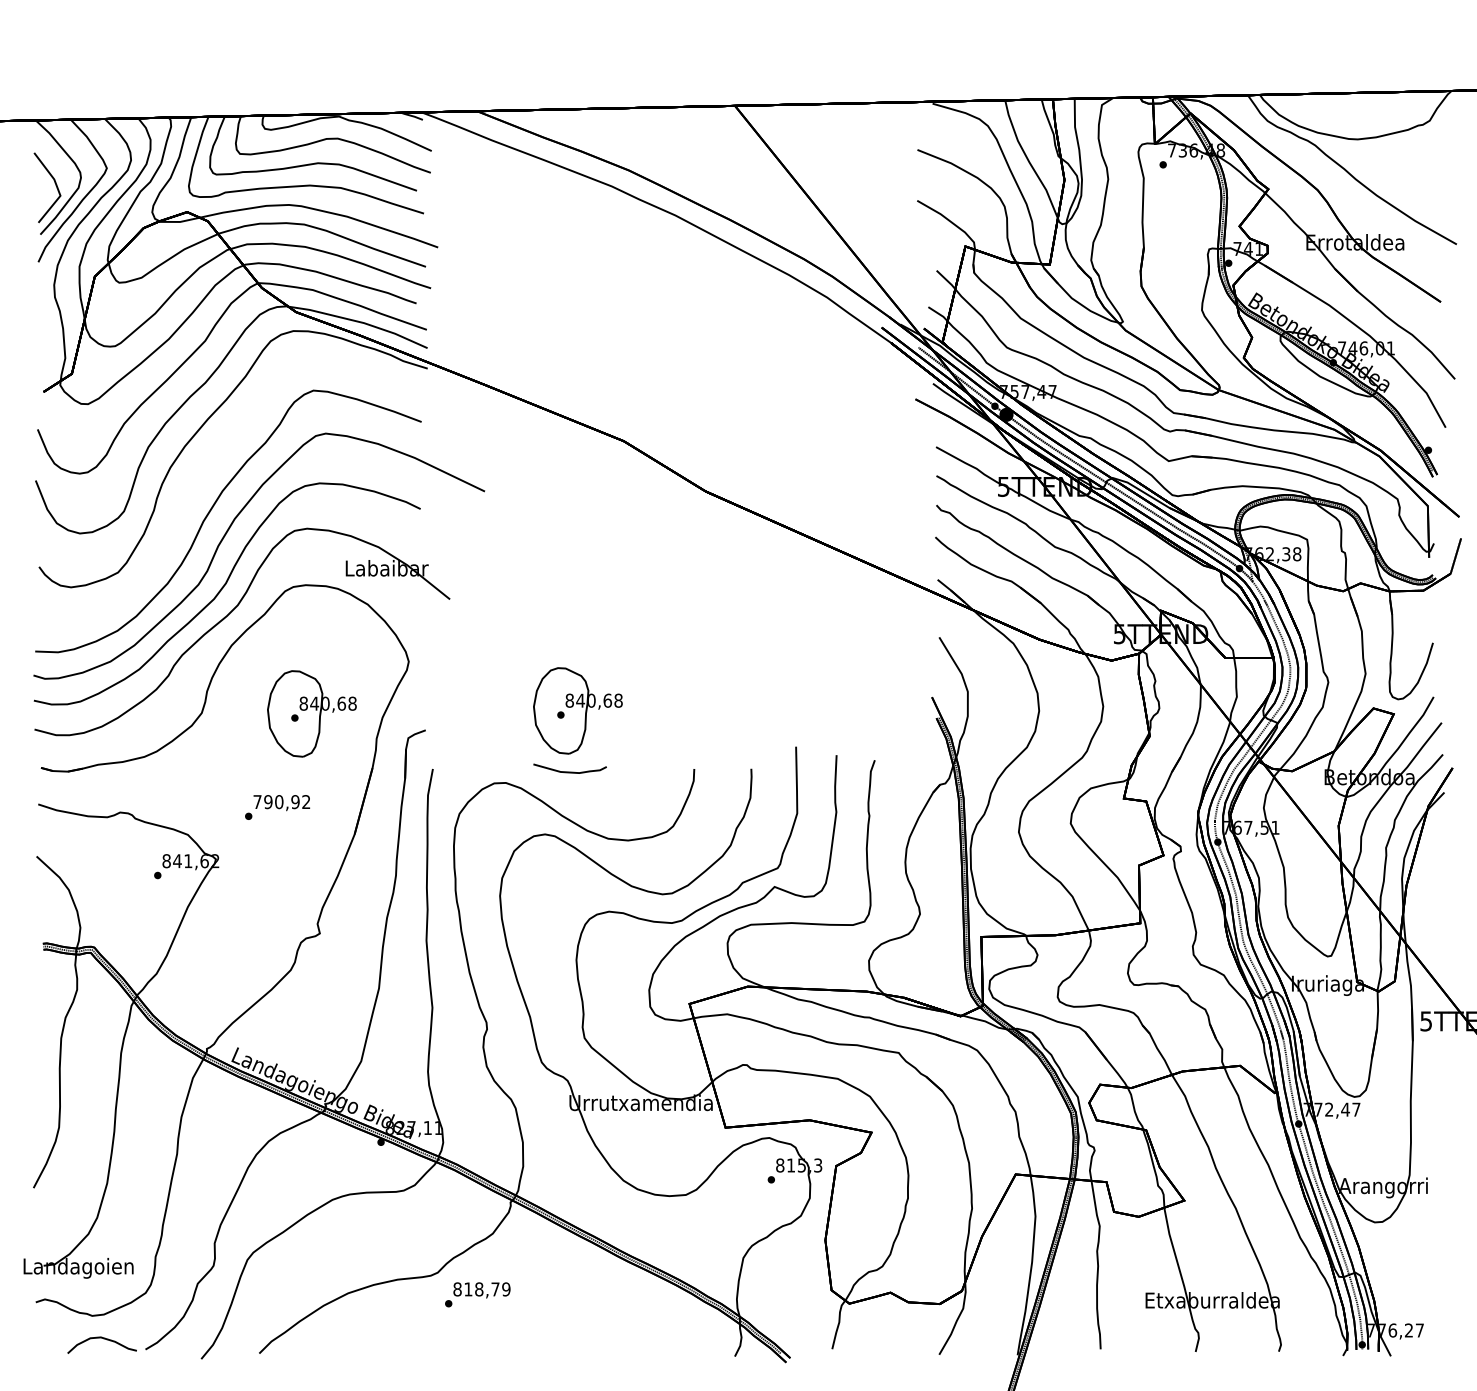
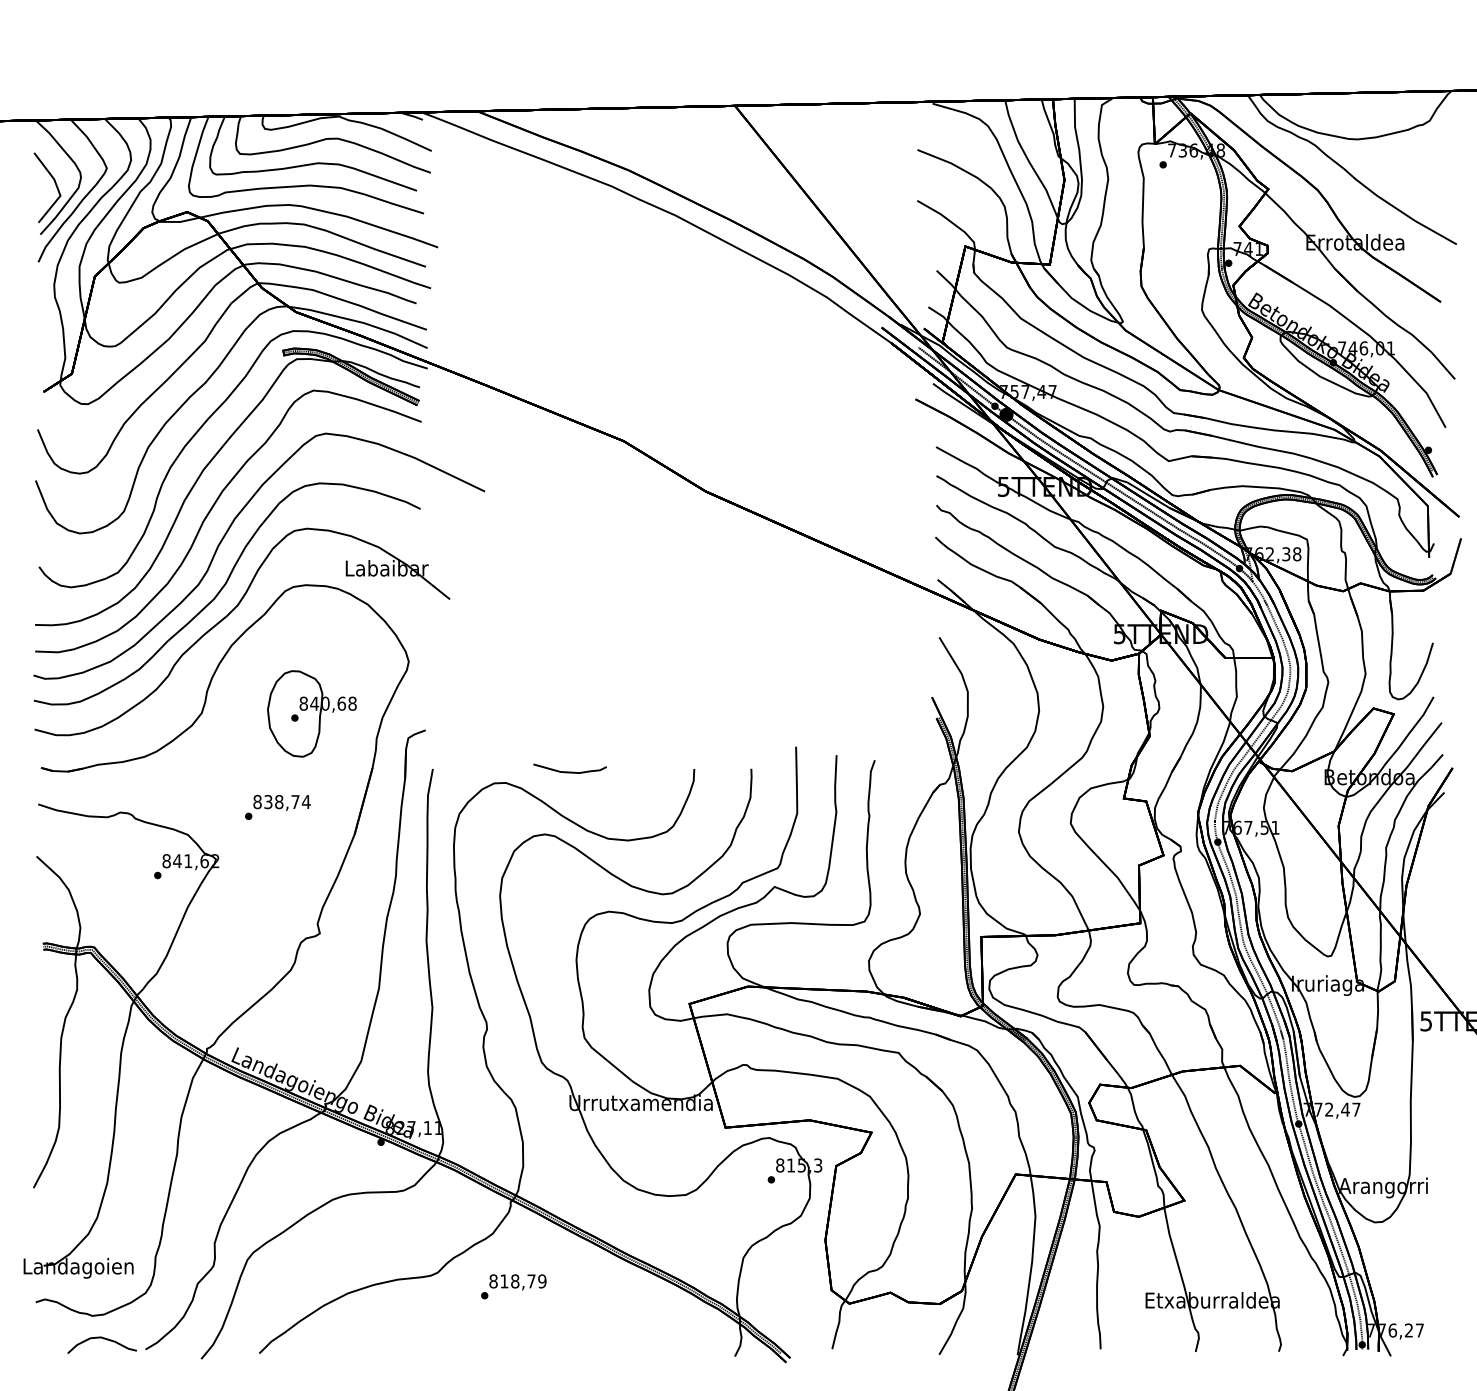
part at (203, 472): none -> present
part at (577, 710): present -> none
text at (281, 802): 790,92 -> 838,74
text at (477, 1294) position: (477, 1294) -> (513, 1286)
